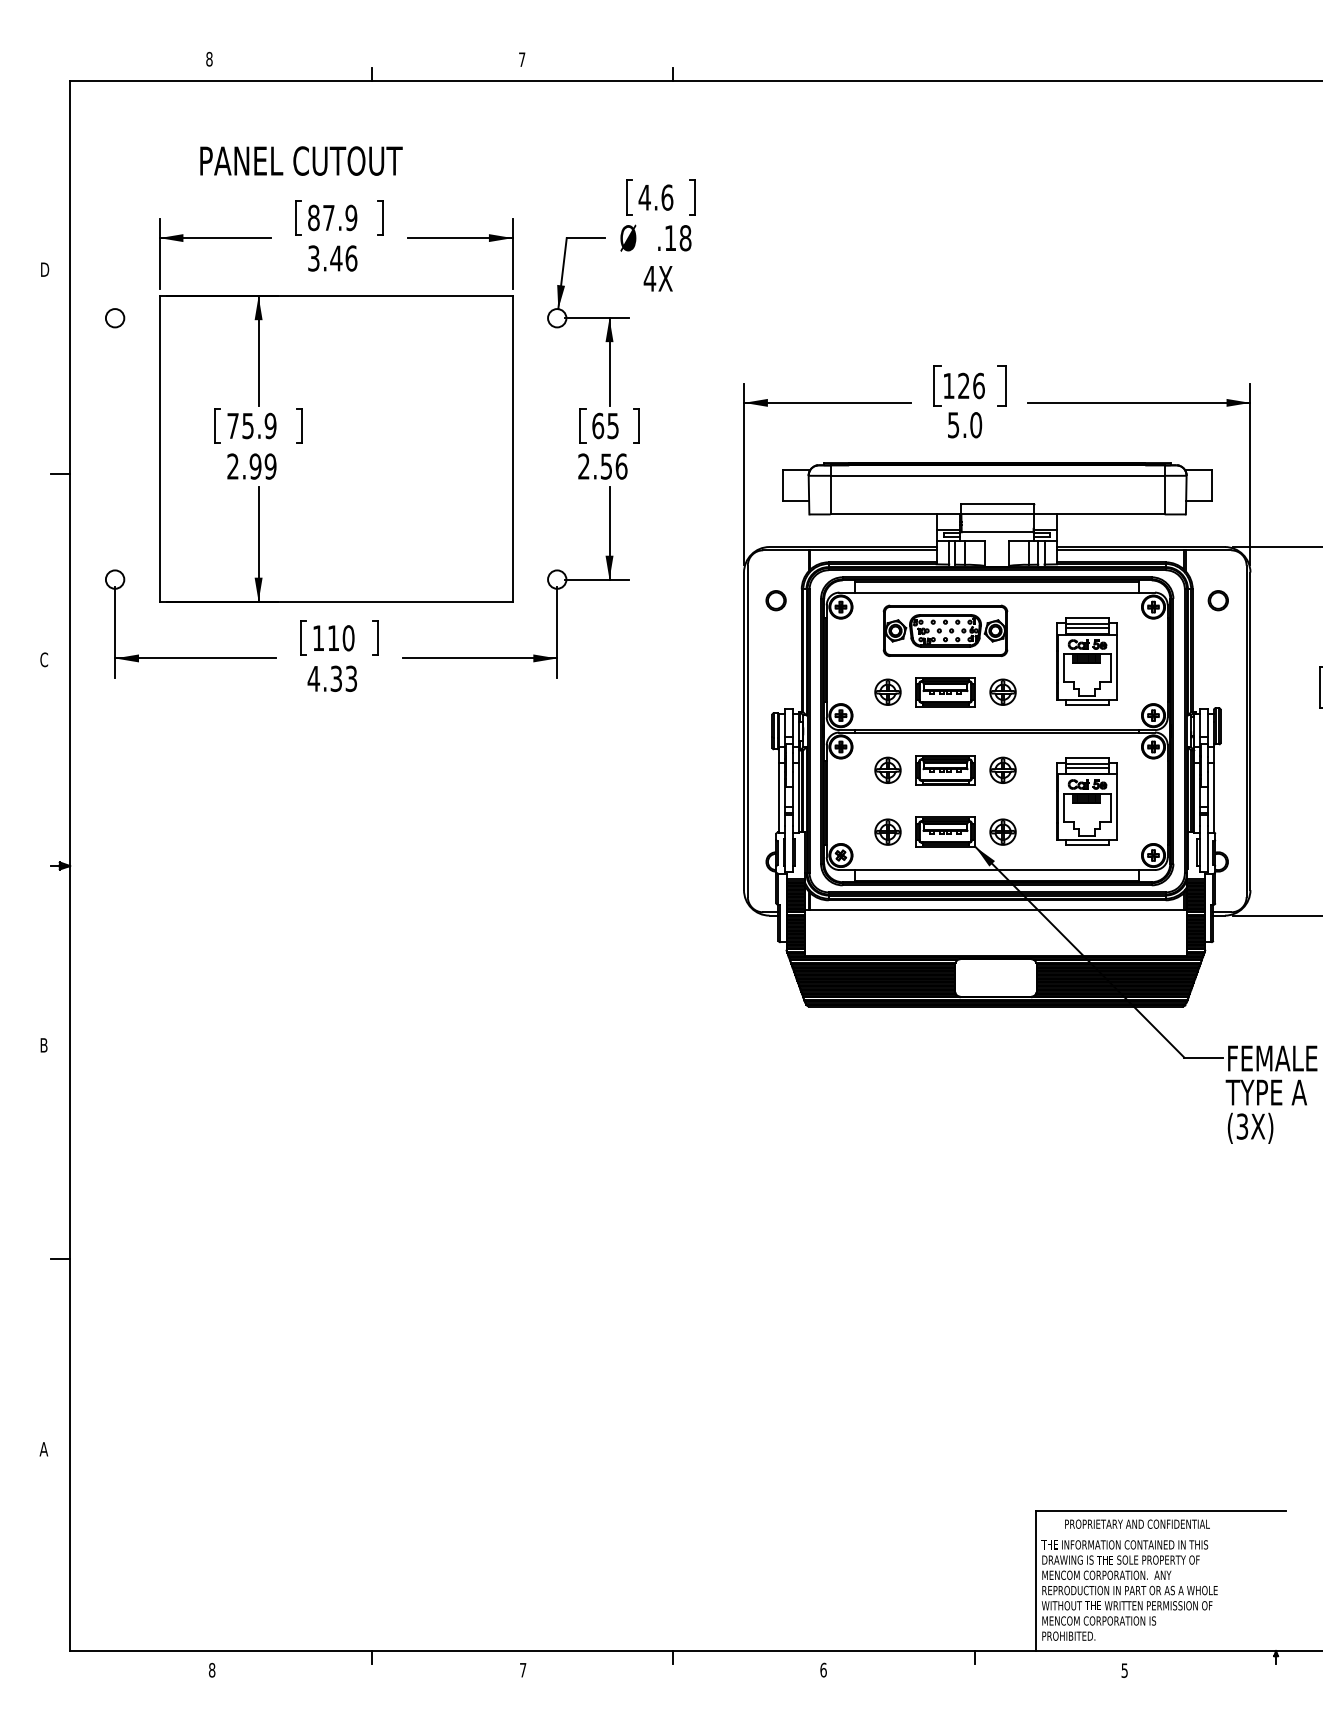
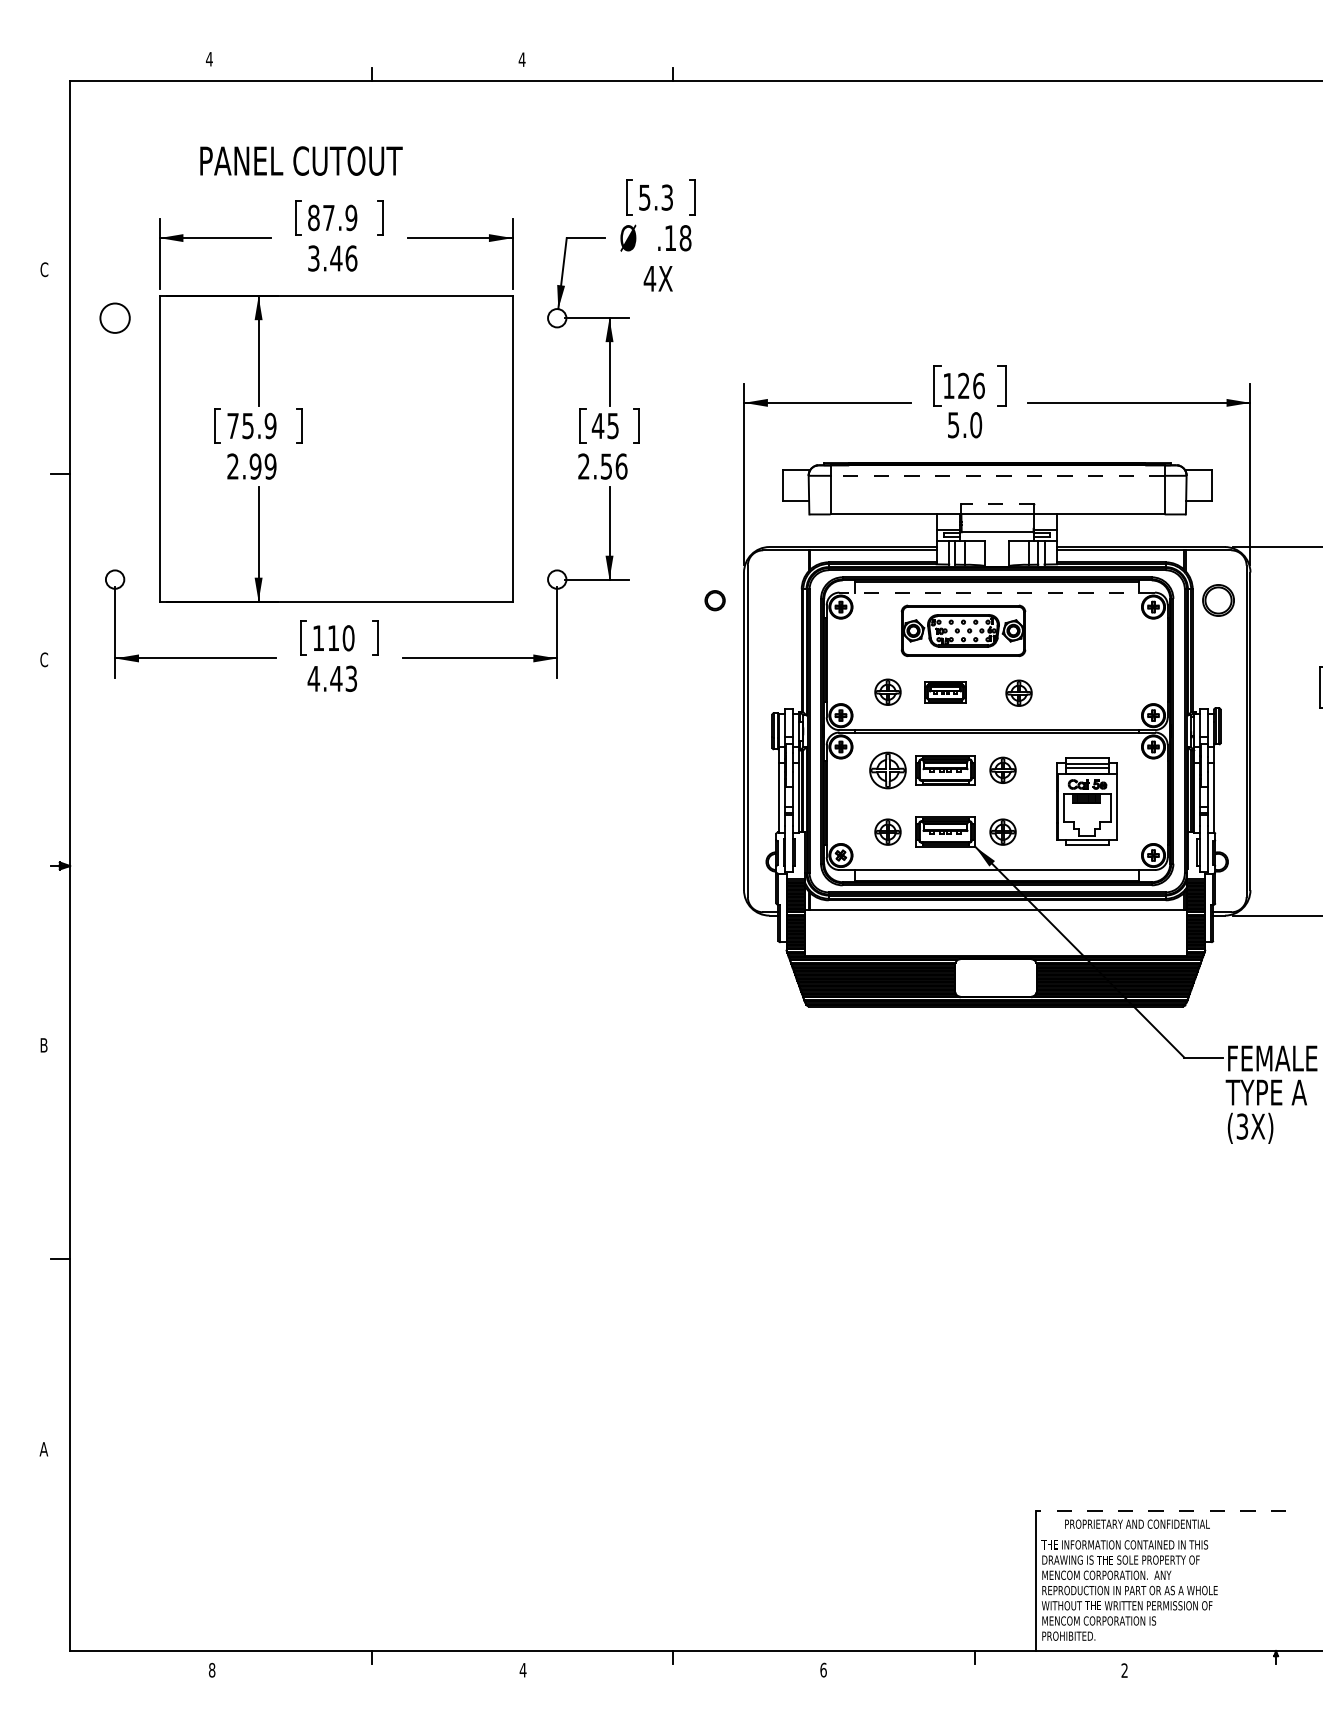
text at (209, 58): 8 -> 4
text at (521, 59): 7 -> 4
text at (655, 197): 4.6 -> 5.3
text at (44, 269): D -> C
circle at (114, 318) diameter: 18 px -> 29 px
text at (597, 425): 65 -> 45
line at (997, 475): solid -> dashed
line at (997, 504): solid -> dashed
line at (997, 592): solid -> dashed
part at (775, 600) position: (775, 600) -> (714, 600)
part at (1217, 600) size: 22x22 px -> 33x33 px
part at (945, 630) position: (945, 630) -> (963, 630)
part at (1086, 661): present -> none
text at (336, 678): 4.33 -> 4.43
part at (1002, 691) position: (1002, 691) -> (1018, 692)
part at (945, 692) size: 61x31 px -> 43x23 px
part at (887, 769) size: 28x28 px -> 38x39 px
line at (1160, 1510): solid -> dashed
text at (522, 1670): 7 -> 4
text at (1124, 1670): 5 -> 2
